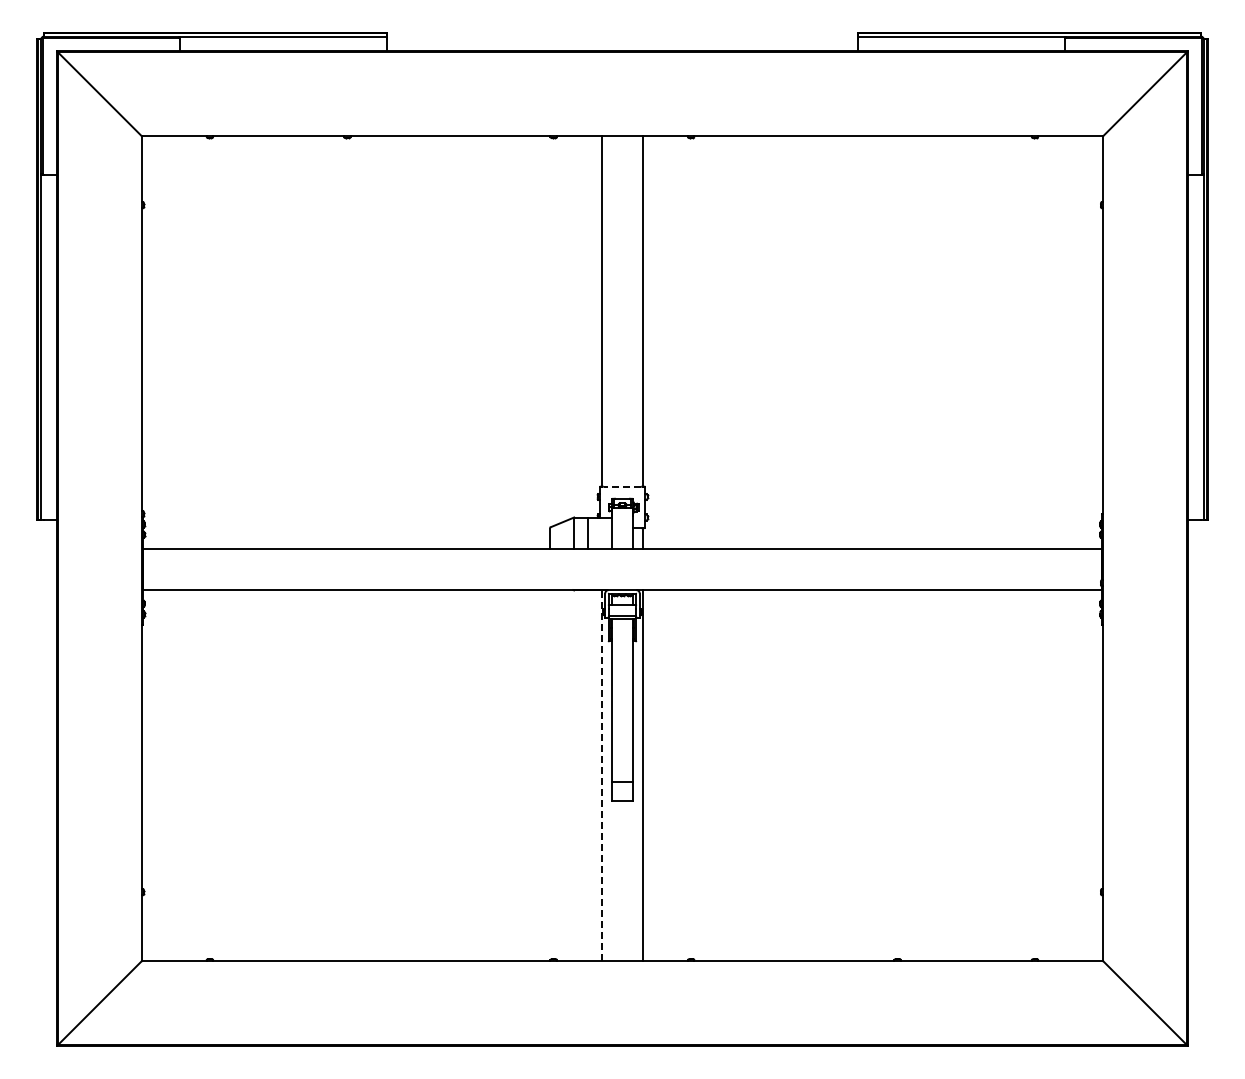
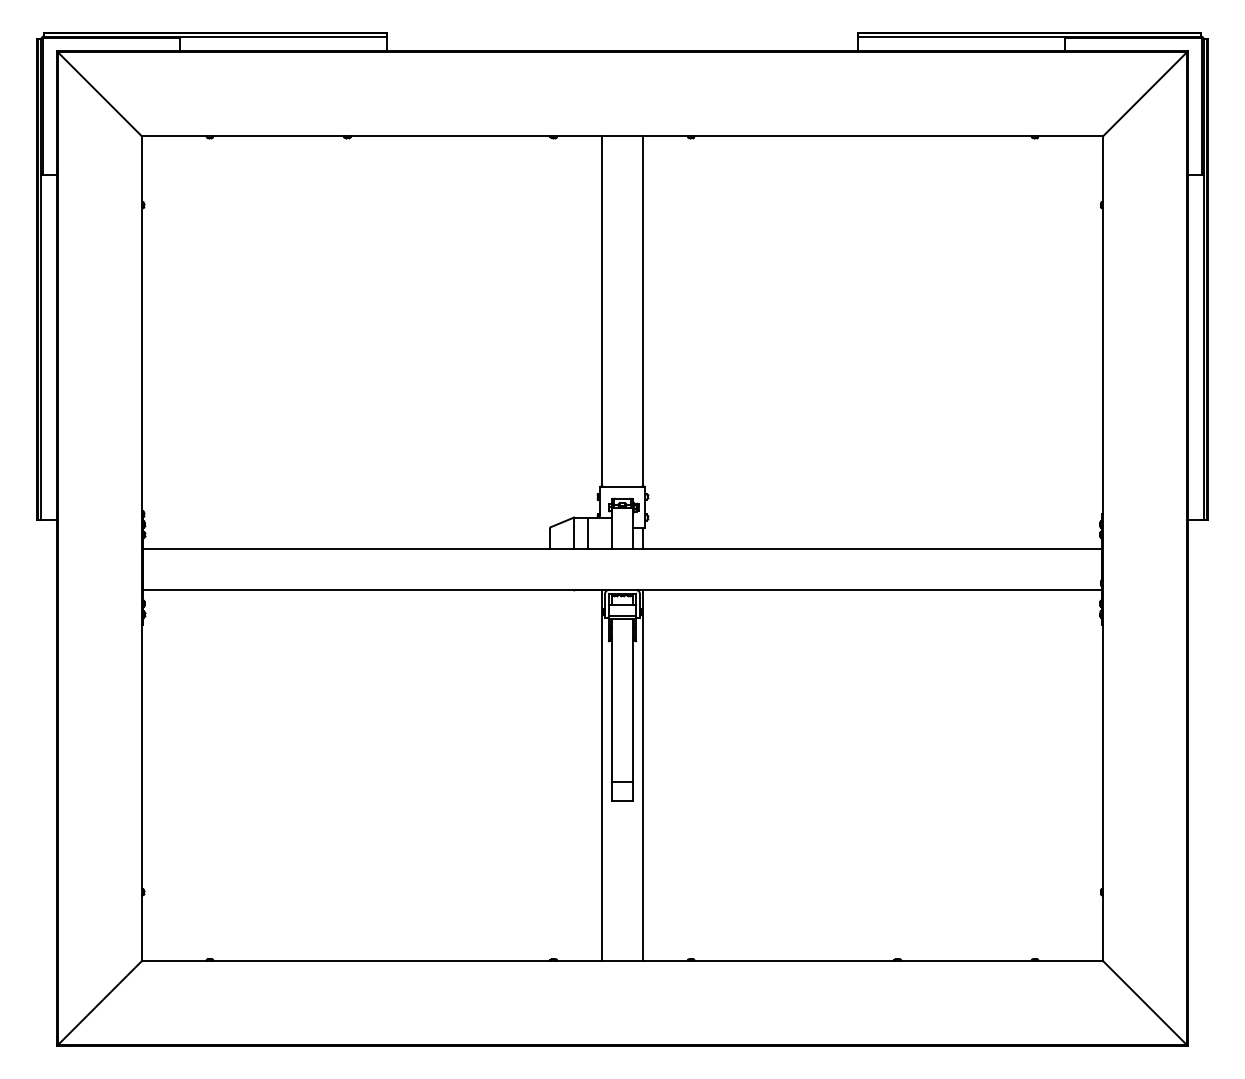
line at (622, 486): dashed -> solid
line at (601, 775): dashed -> solid
